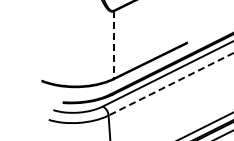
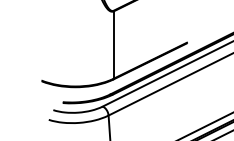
line at (113, 44): dashed -> solid
line at (170, 84): dashed -> solid
